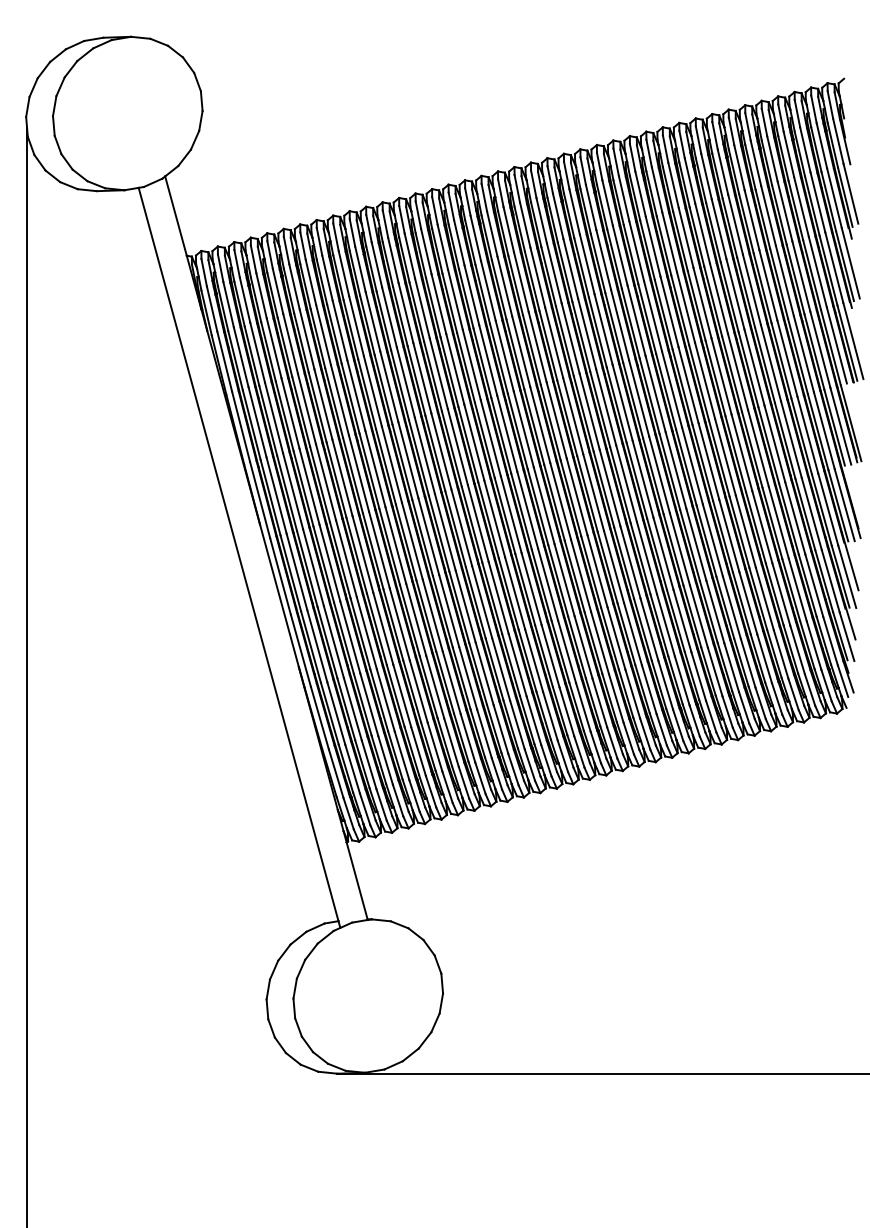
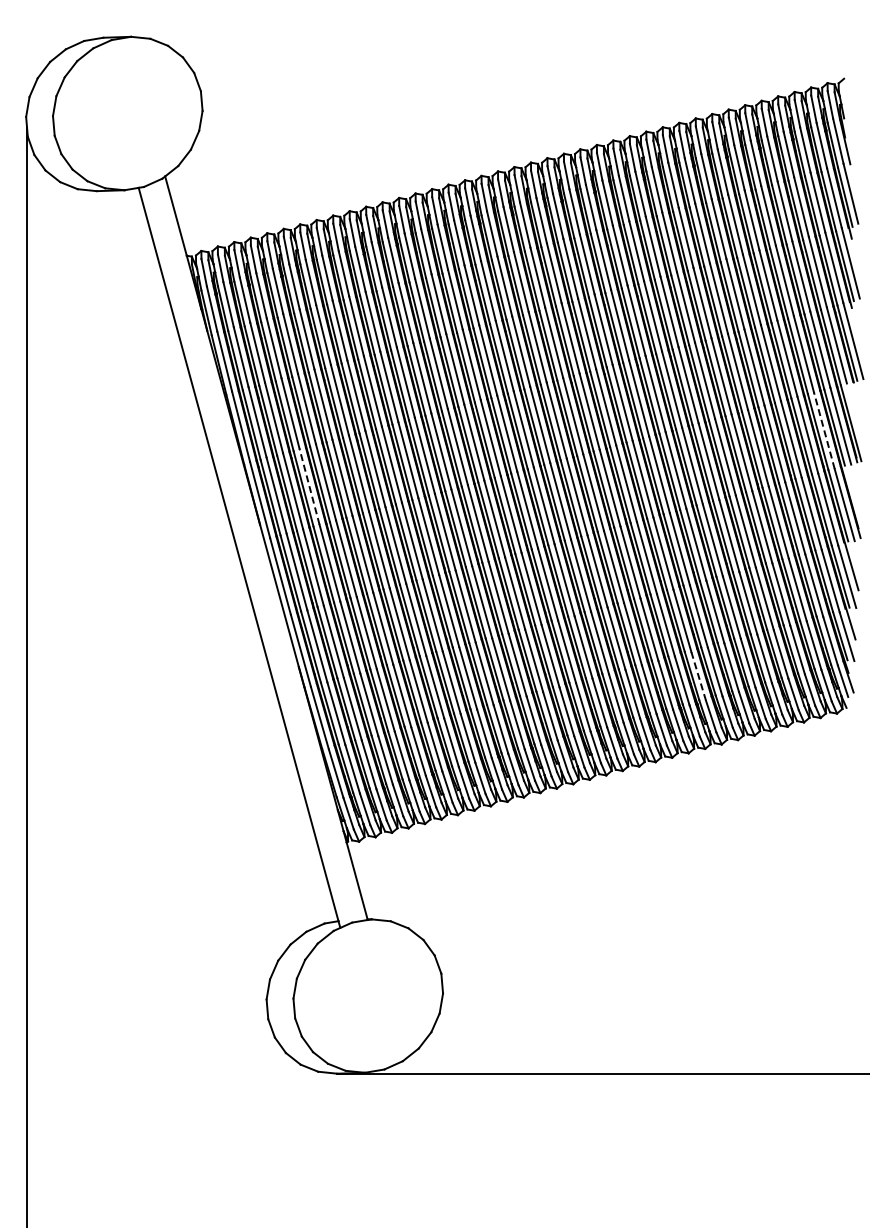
line at (824, 430): solid -> dashed
line at (309, 486): solid -> dashed
line at (698, 676): solid -> dashed
